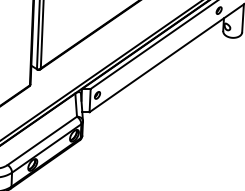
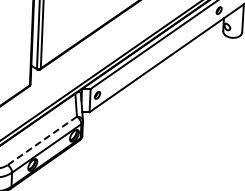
line at (41, 141): solid -> dashed
